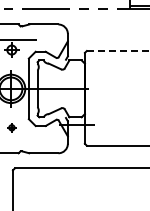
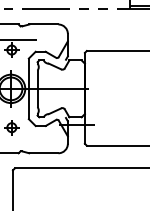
line at (118, 51): dashed -> solid
part at (11, 127) size: 10x10 px -> 16x16 px
